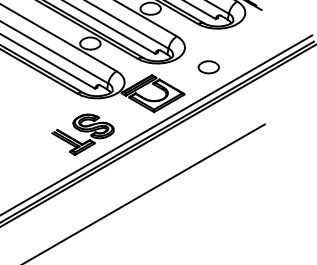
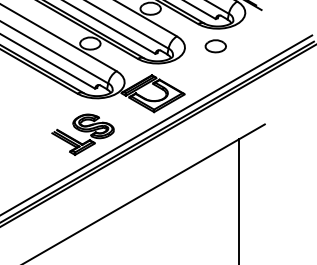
part at (208, 67) position: (208, 67) -> (215, 46)
line at (239, 200): none -> present
